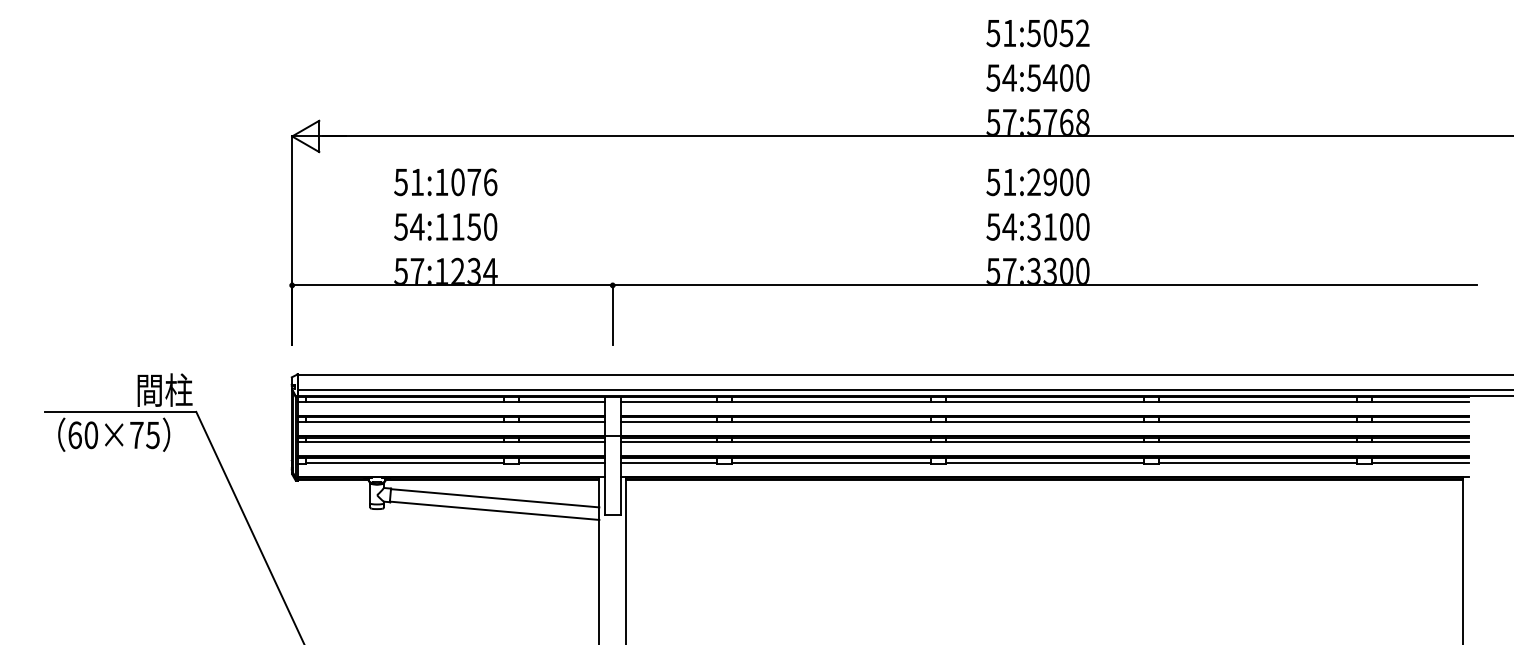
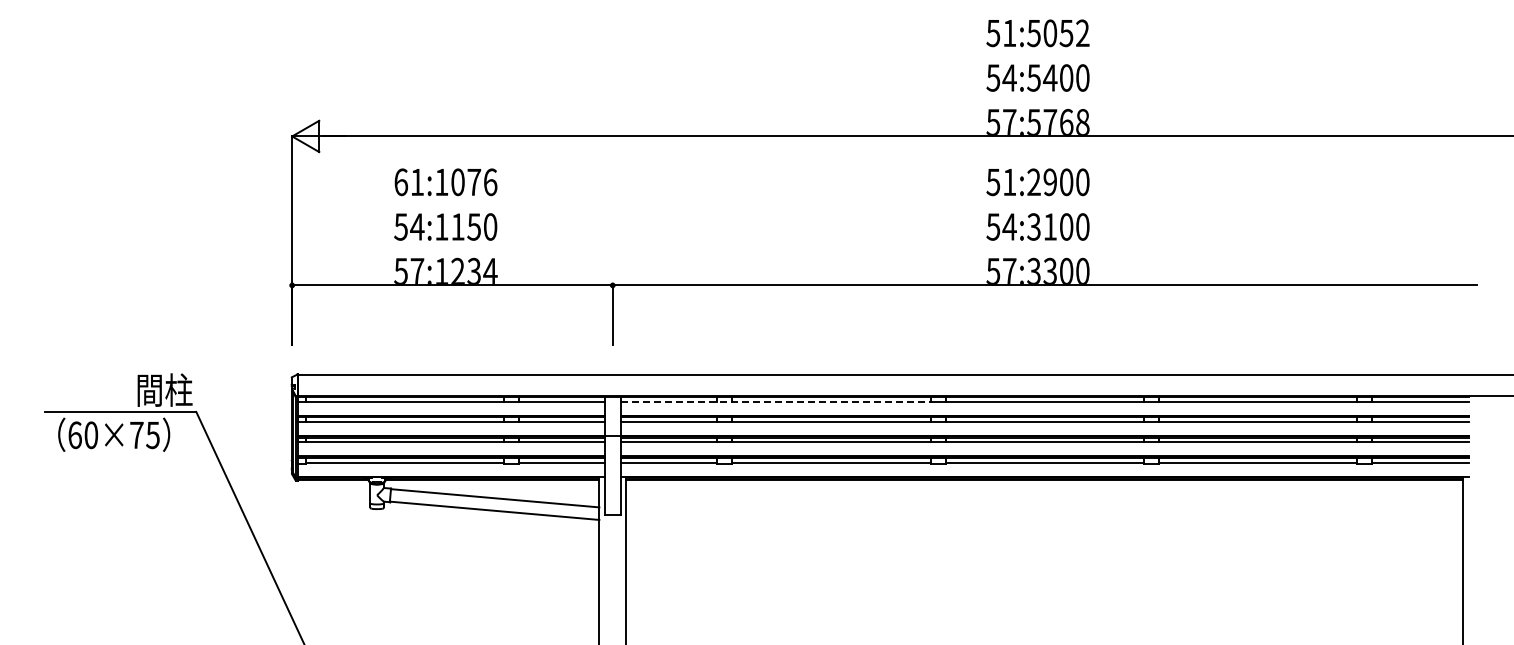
text at (401, 182): 51:1076 -> 61:1076
line at (904, 389): present -> none
line at (775, 401): solid -> dashed
